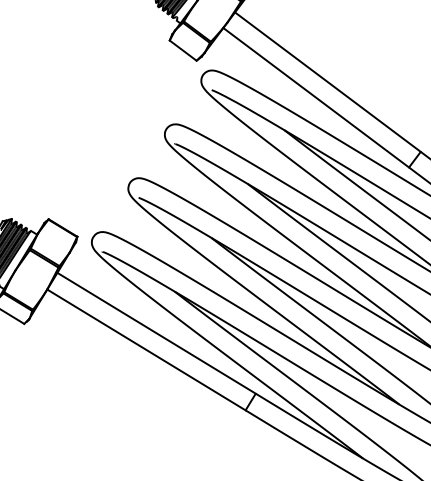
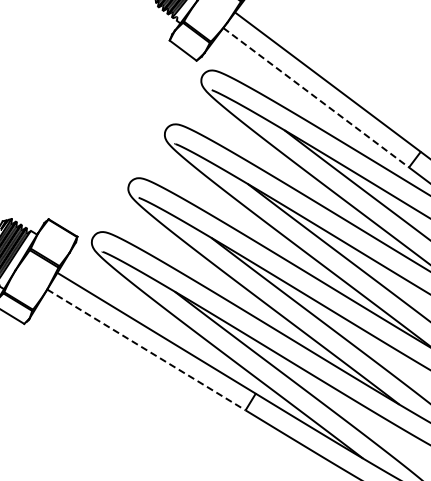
line at (316, 98): solid -> dashed
line at (146, 350): solid -> dashed
